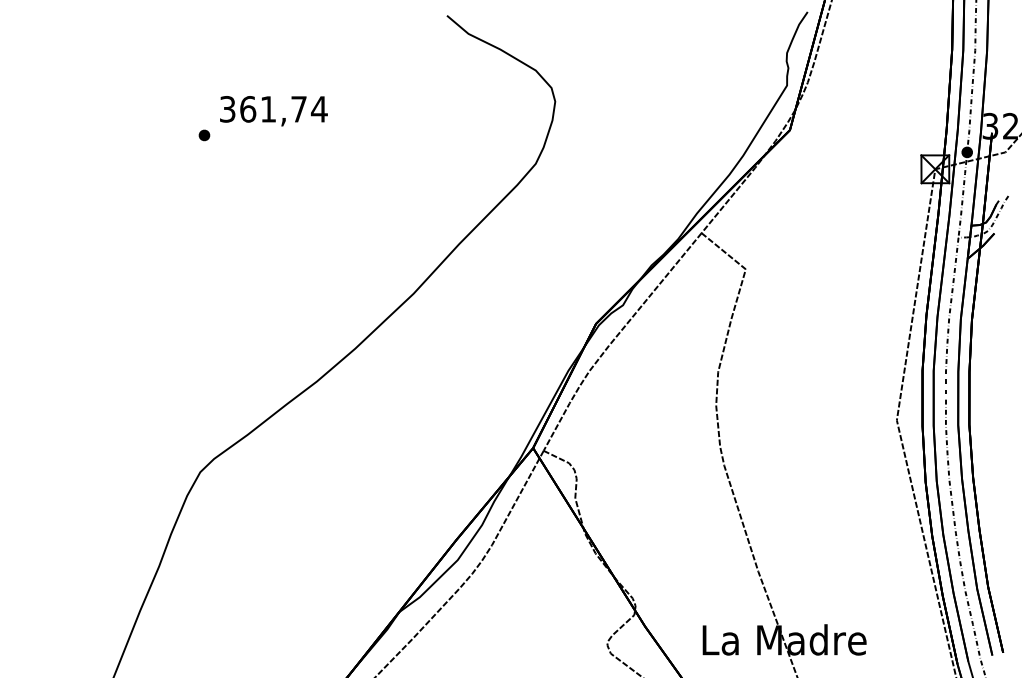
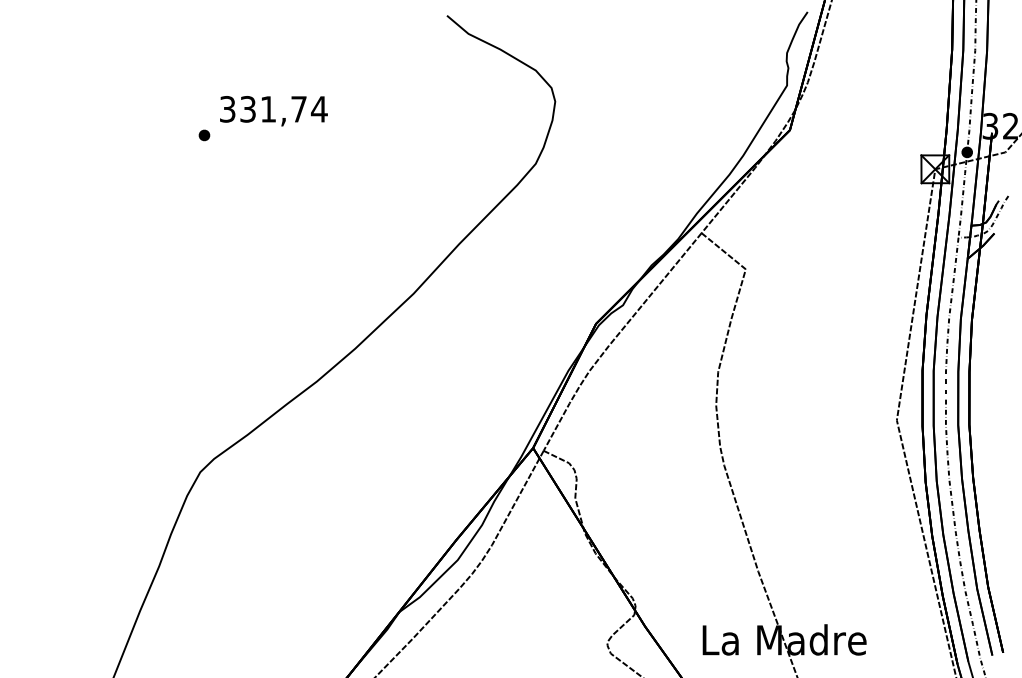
text at (248, 109): 361,74 -> 331,74
